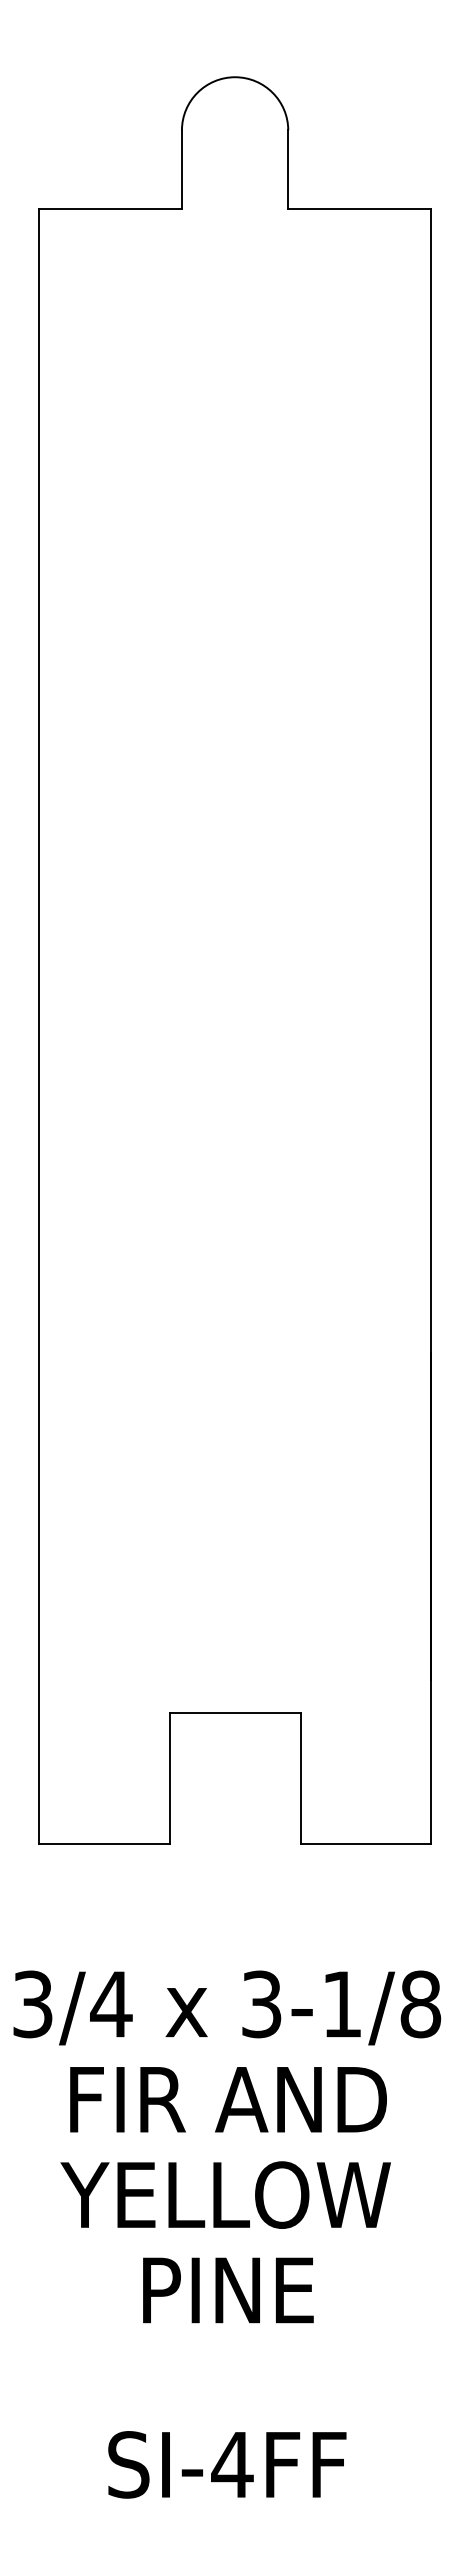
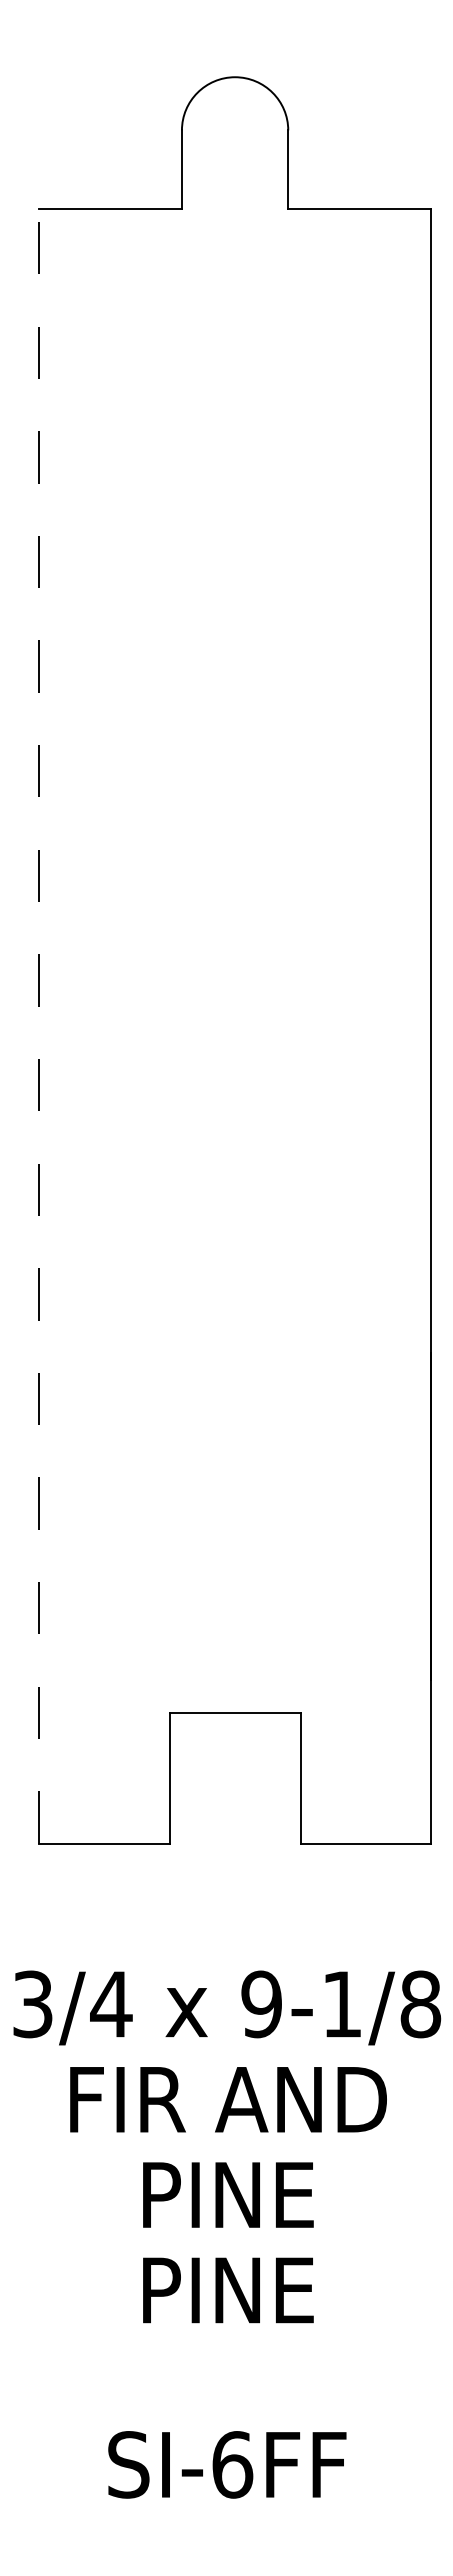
line at (38, 1025): solid -> dashed
text at (261, 2004): 3-1/8 -> 9-1/8
text at (225, 2194): YELLOW -> PINE
text at (232, 2464): SI-4FF -> SI-6FF
